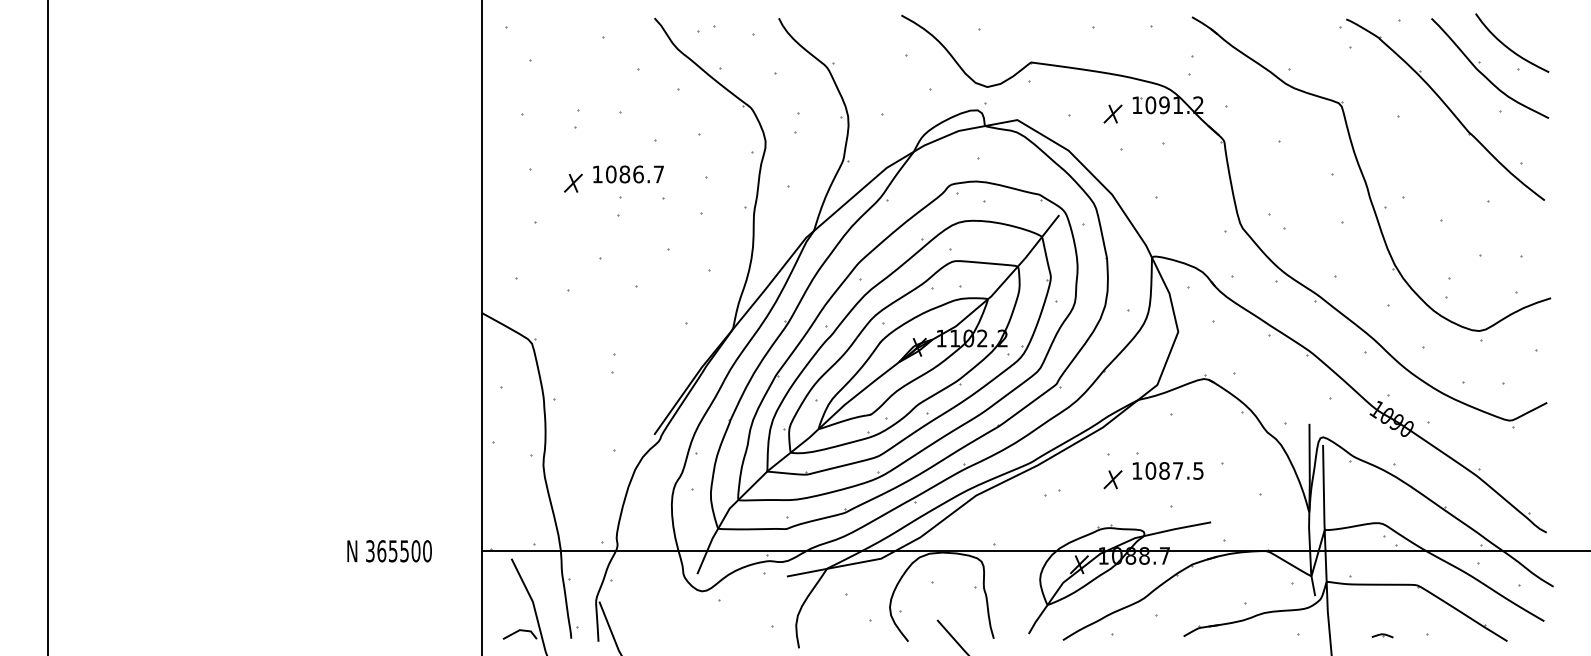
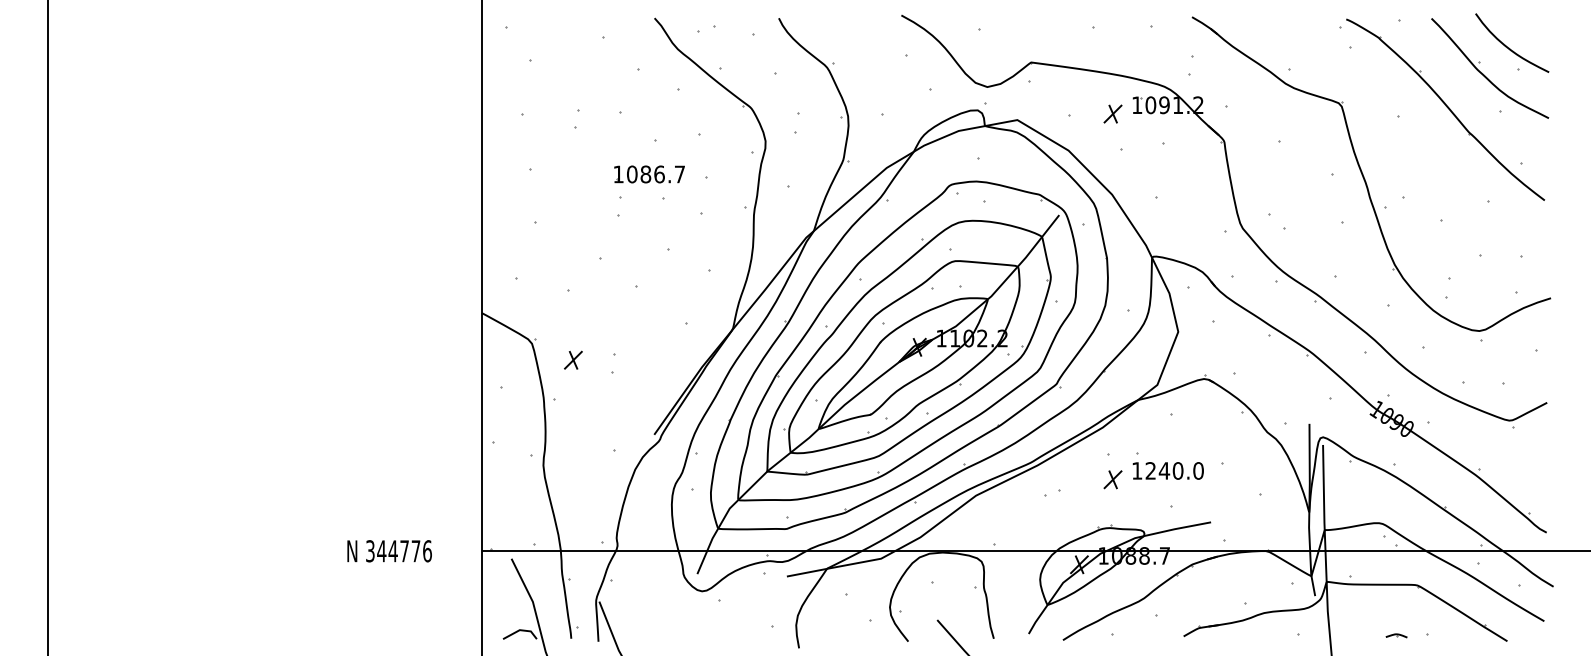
part at (628, 174) position: (628, 174) -> (649, 174)
part at (573, 182) position: (573, 182) -> (573, 359)
text at (1174, 470): 1087.5 -> 1240.0
text at (404, 551): 365500 -> 344776
part at (1382, 635) position: (1382, 635) -> (1396, 635)
